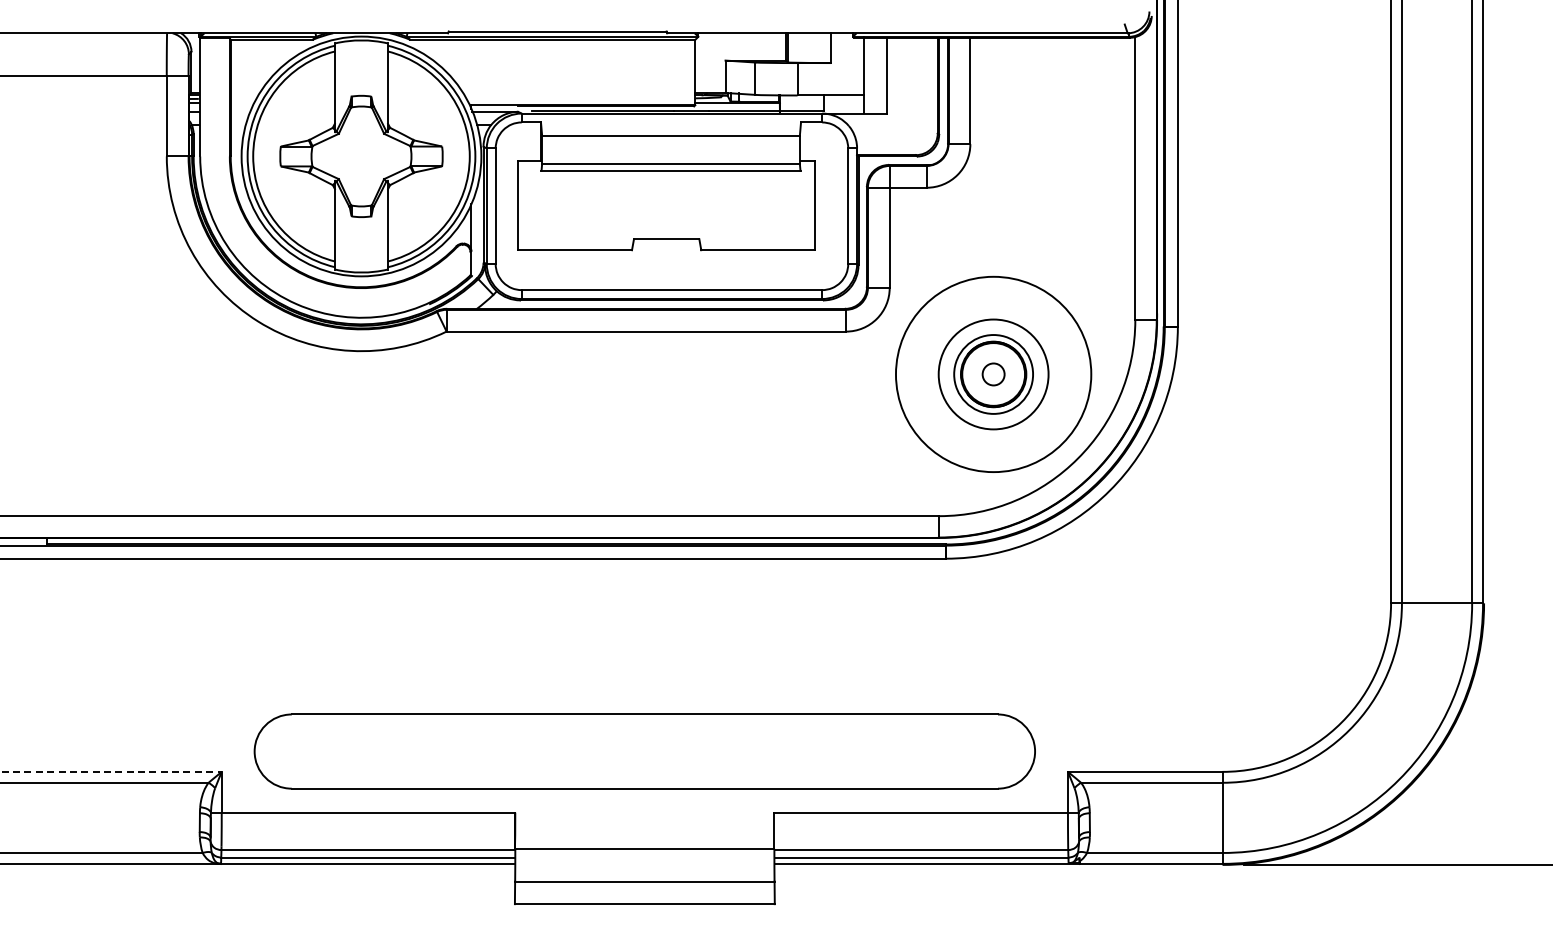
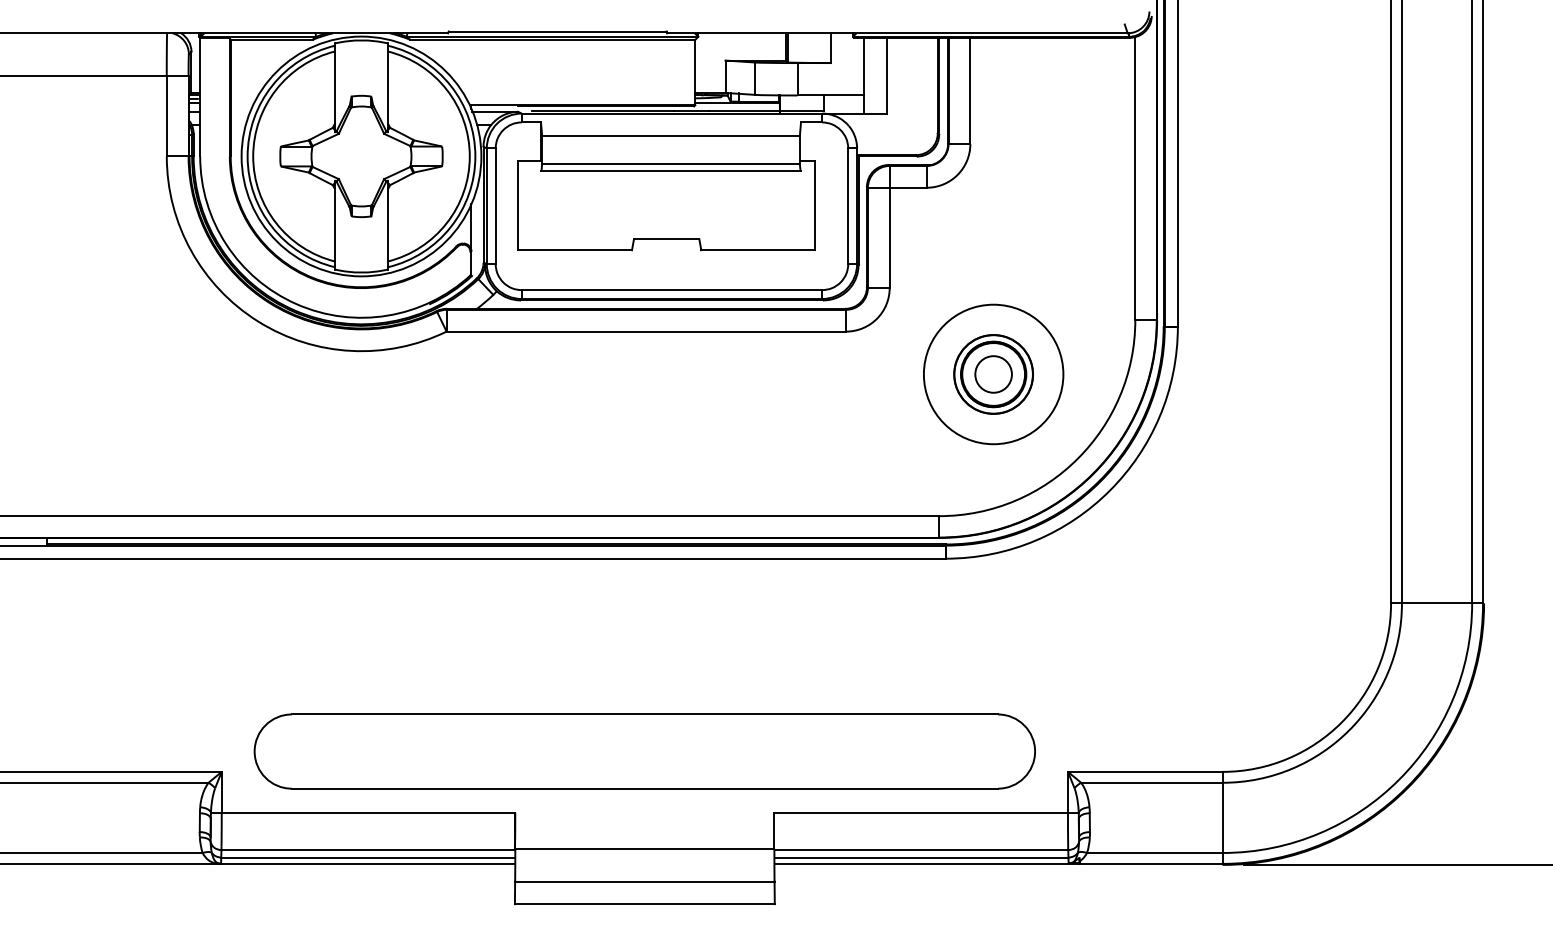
circle at (993, 374) diameter: 110 px -> 78 px
circle at (993, 374) diameter: 195 px -> 140 px
circle at (993, 374) diameter: 22 px -> 37 px
line at (111, 771): dashed -> solid
